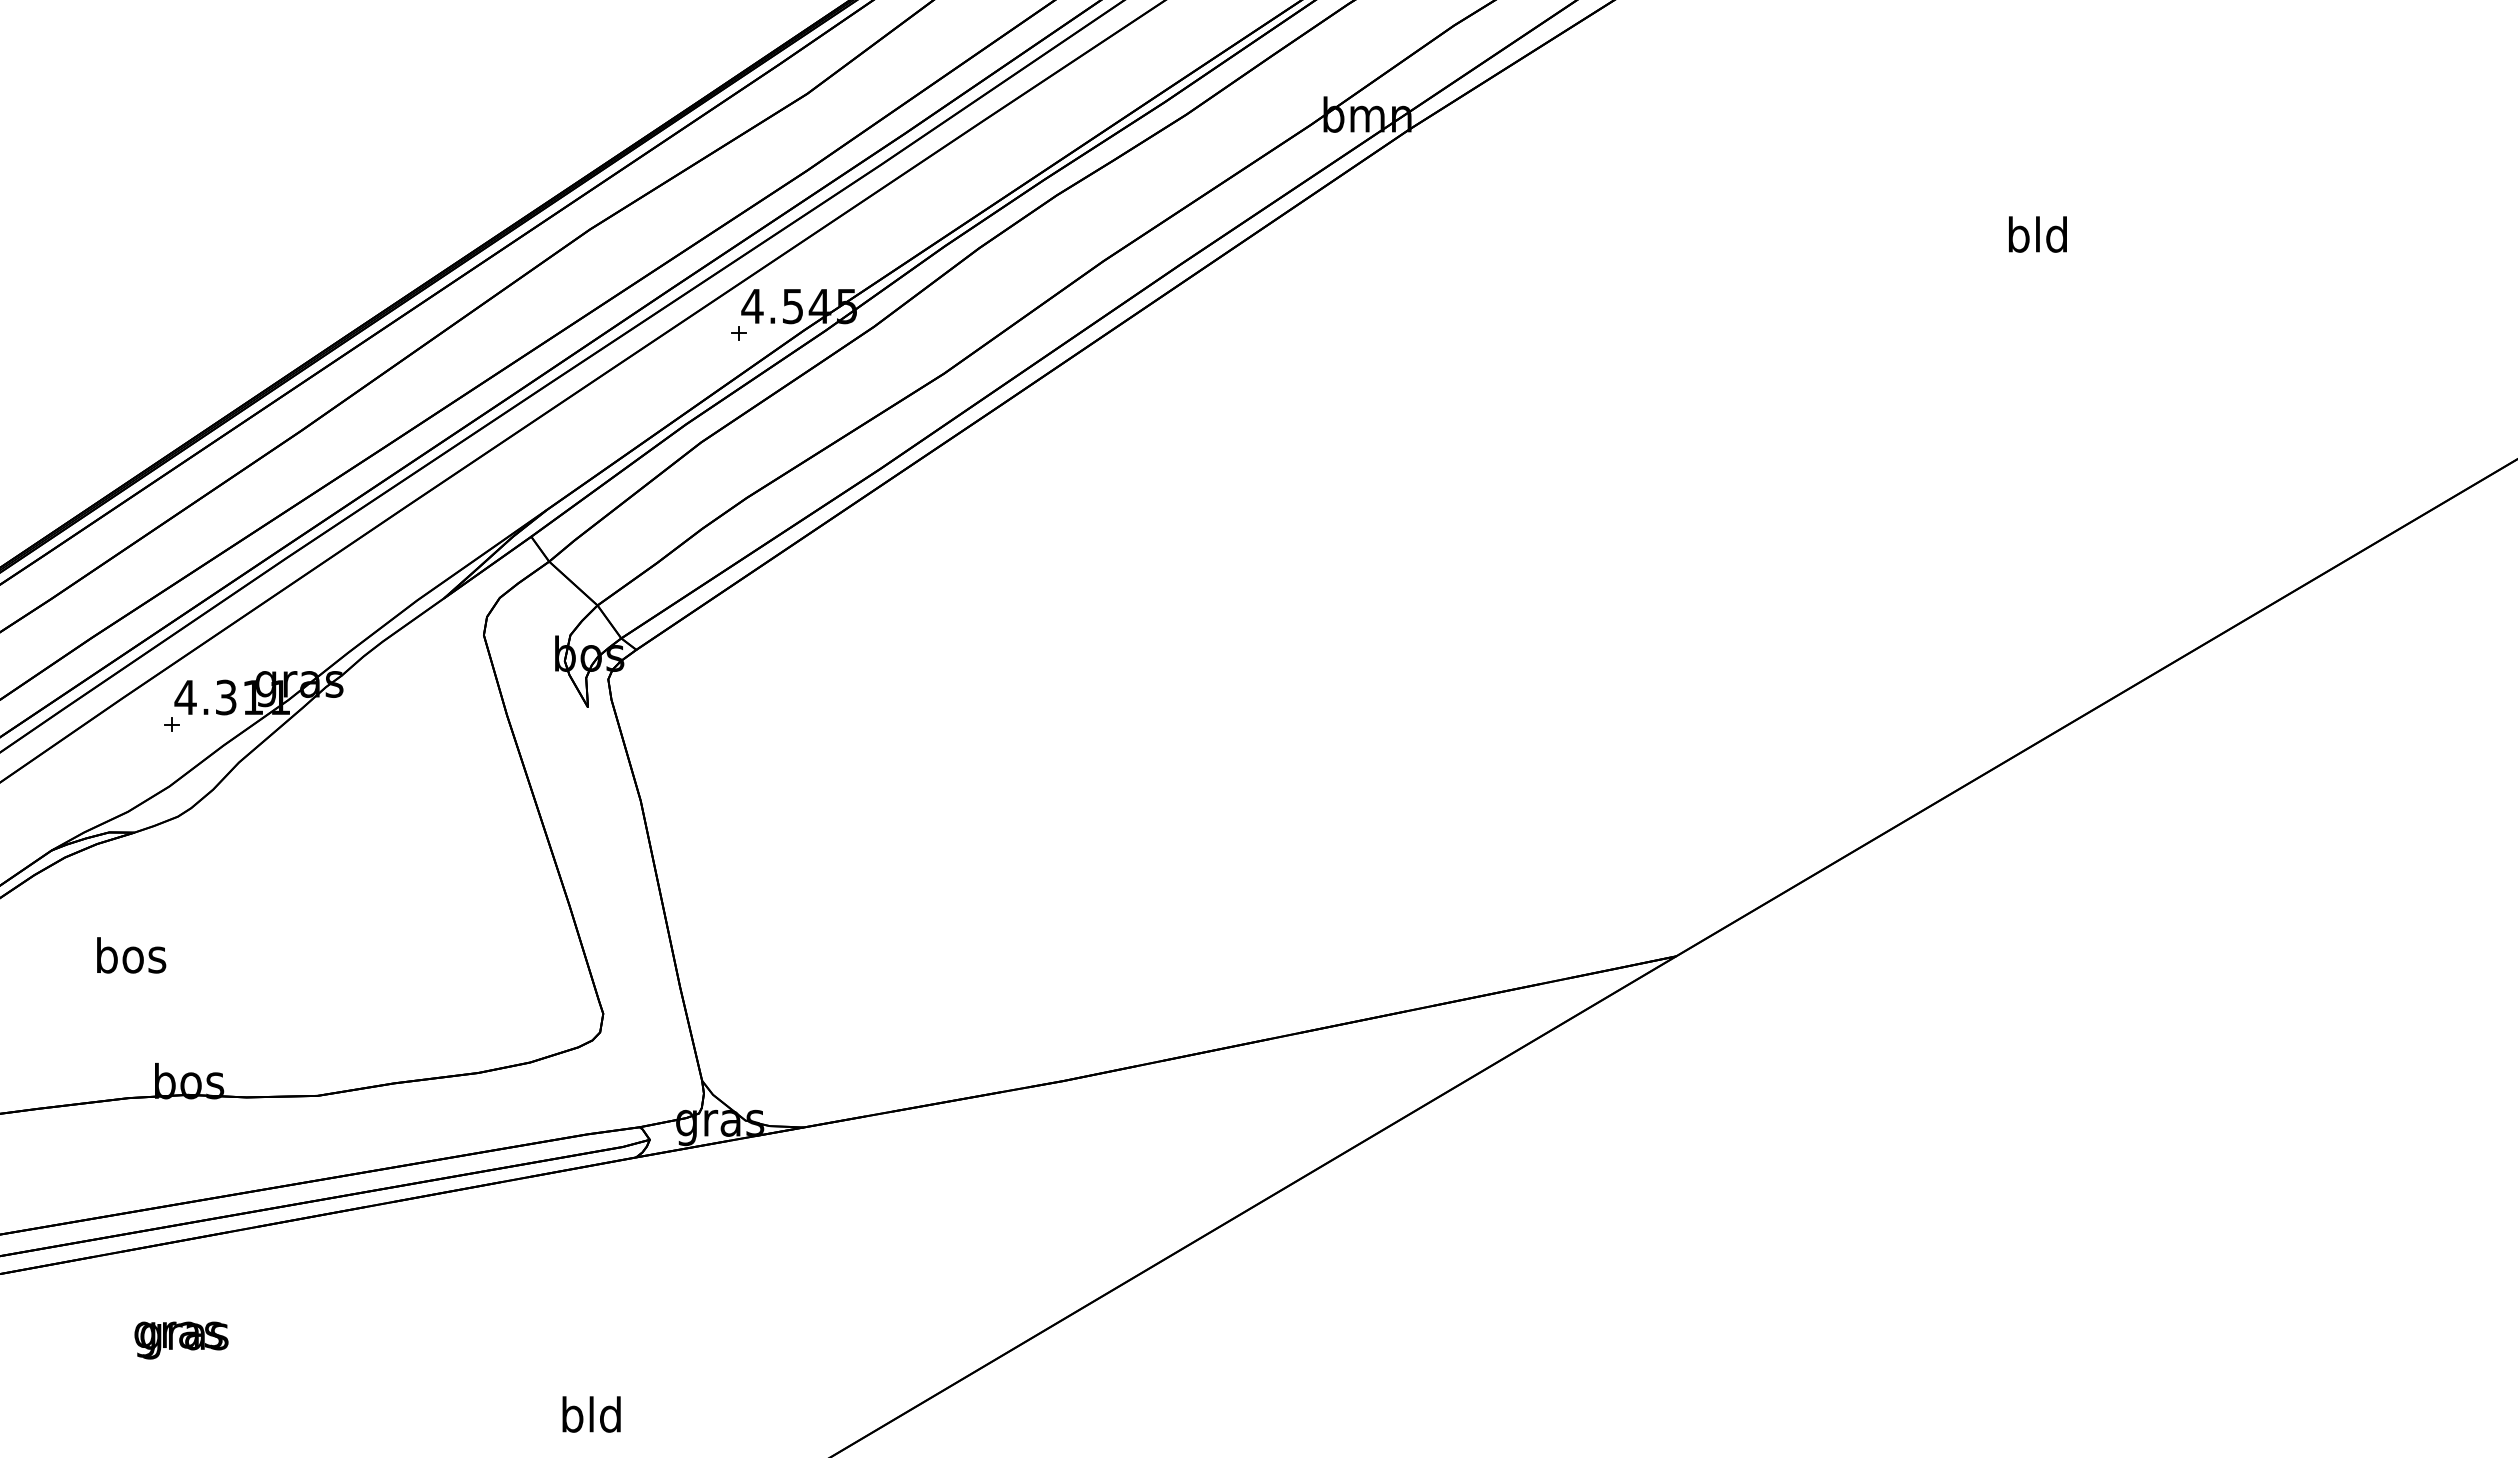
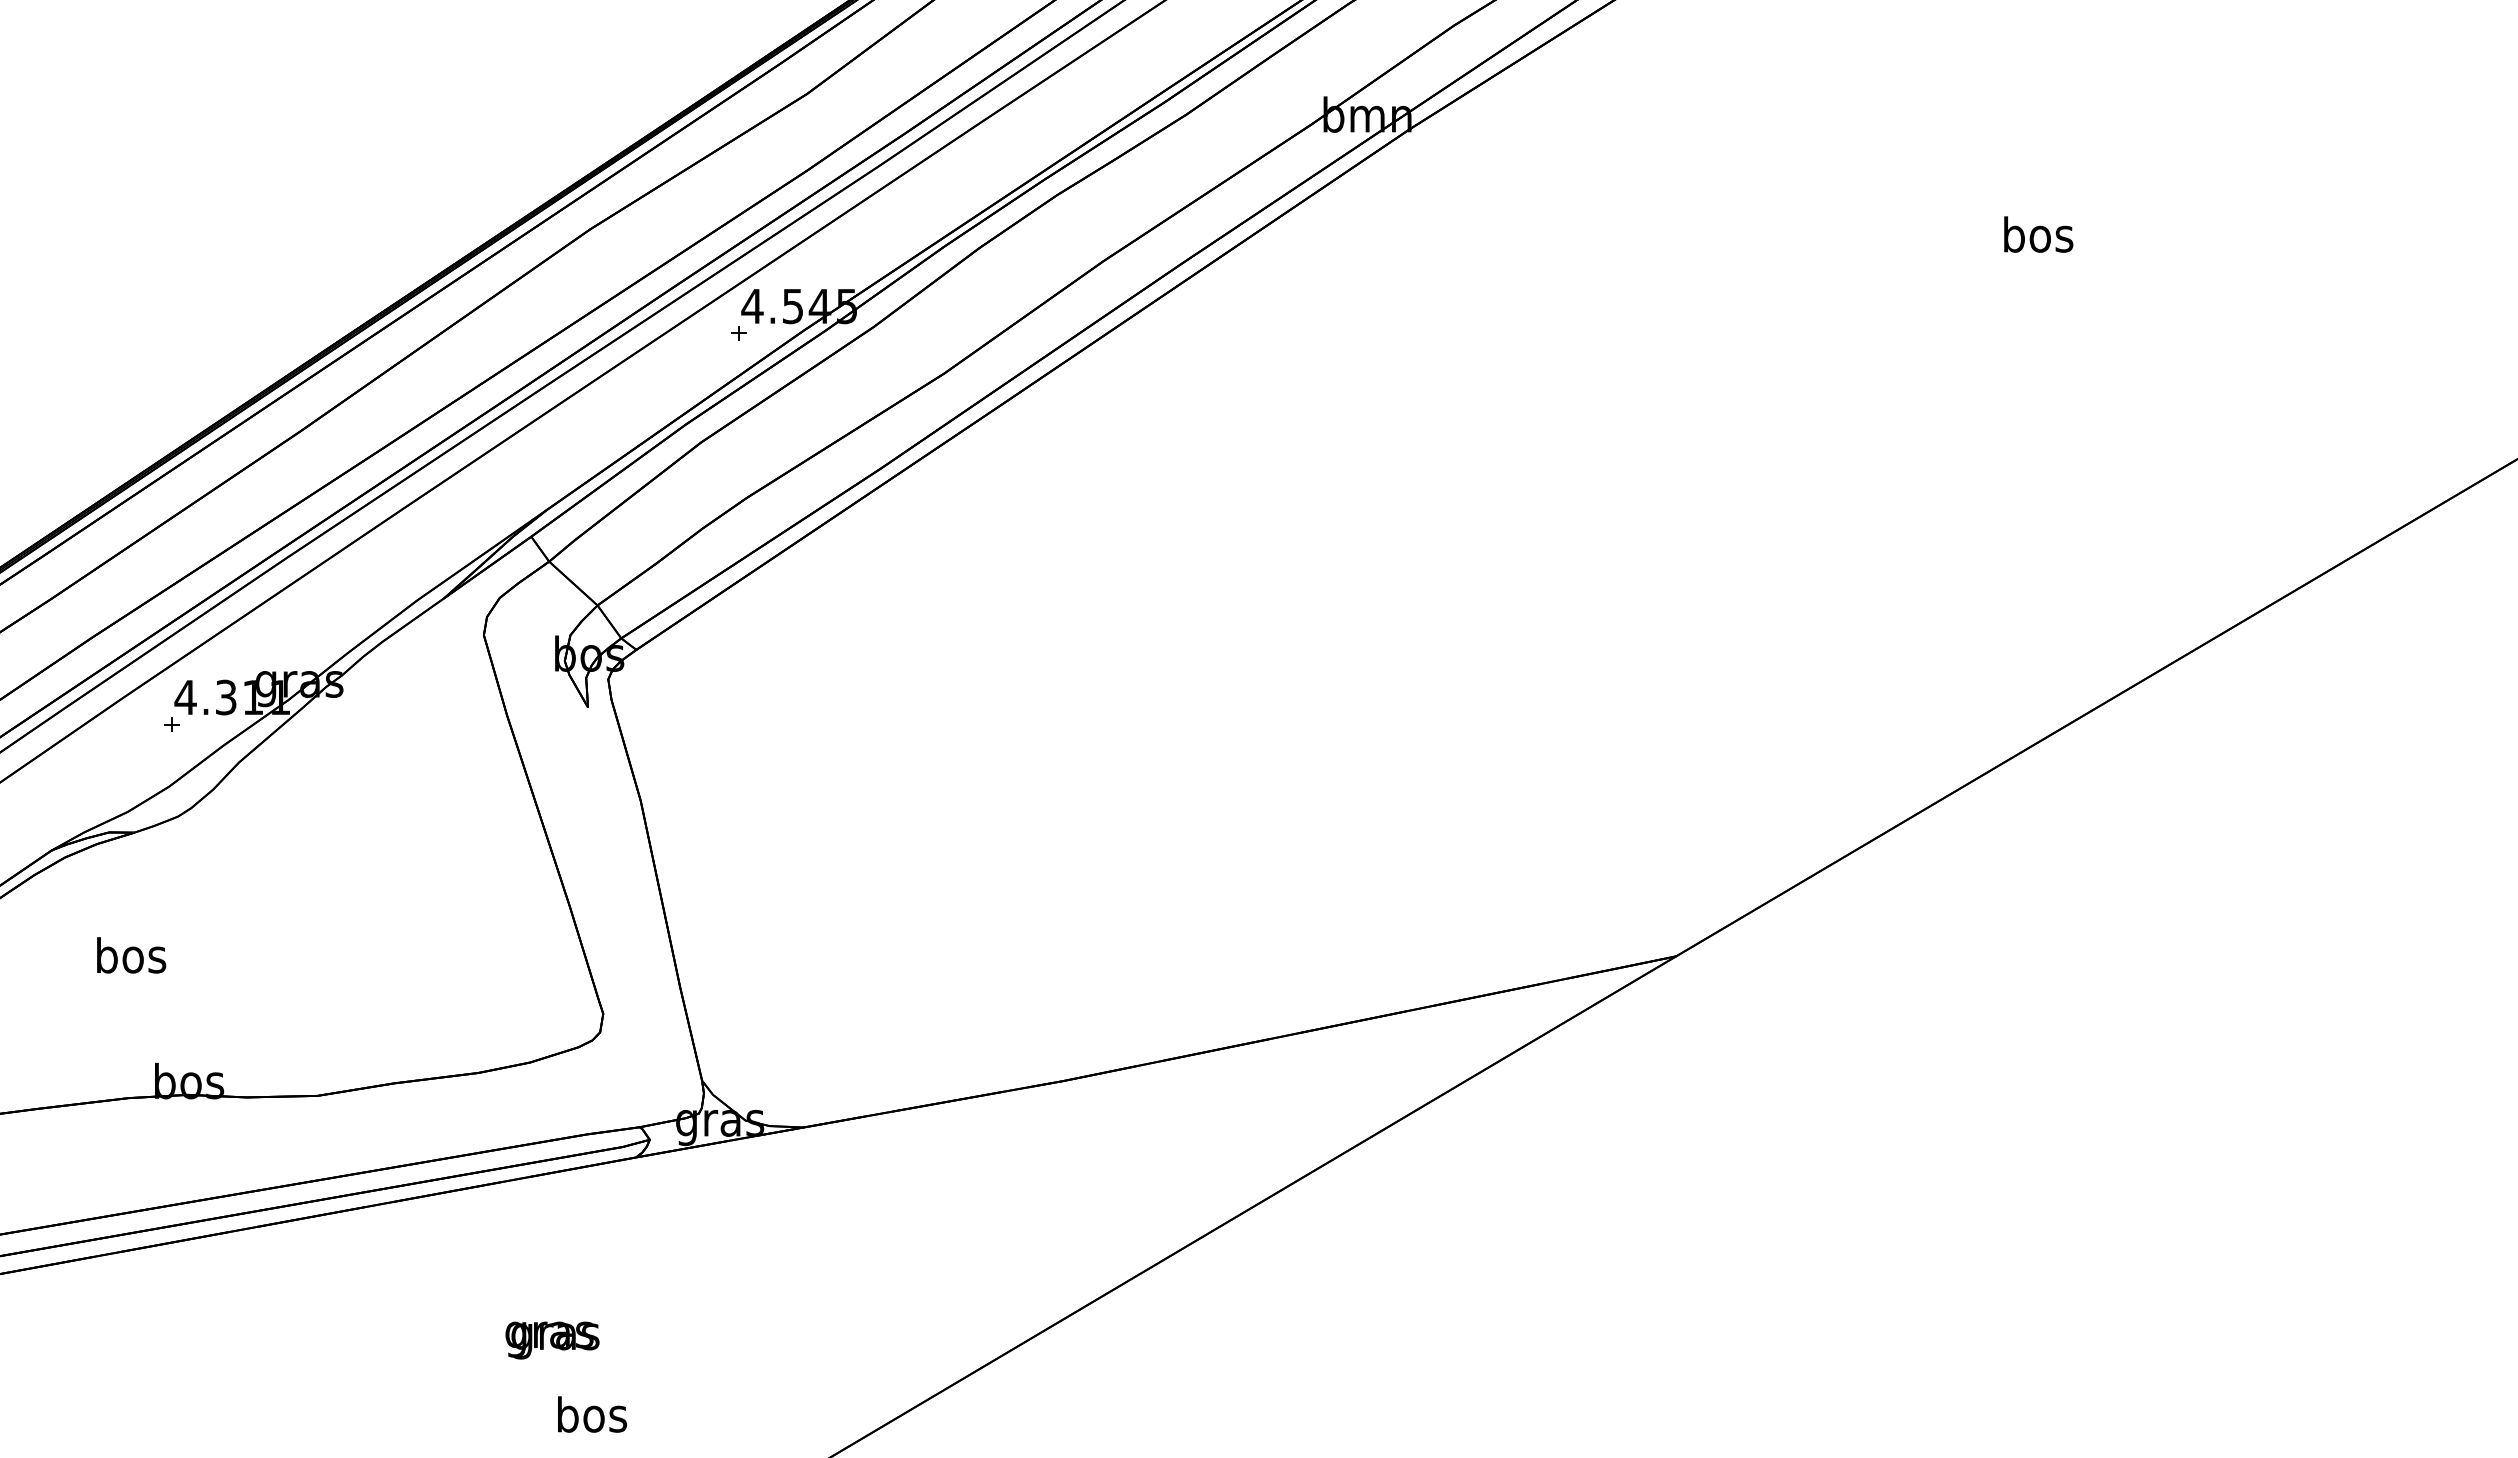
text at (2038, 234): bld -> bos
text at (181, 1340) position: (181, 1340) -> (552, 1340)
text at (592, 1414): bld -> bos
